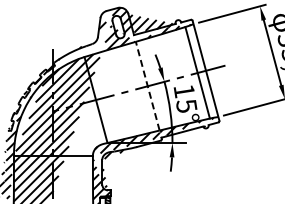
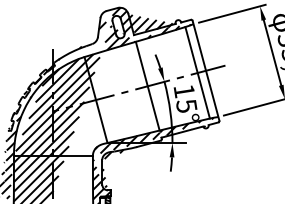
line at (147, 86): dashed -> solid
